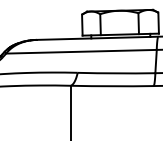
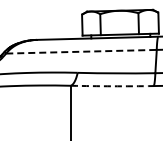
line at (82, 51): solid -> dashed
arc at (112, 86): solid -> dashed
